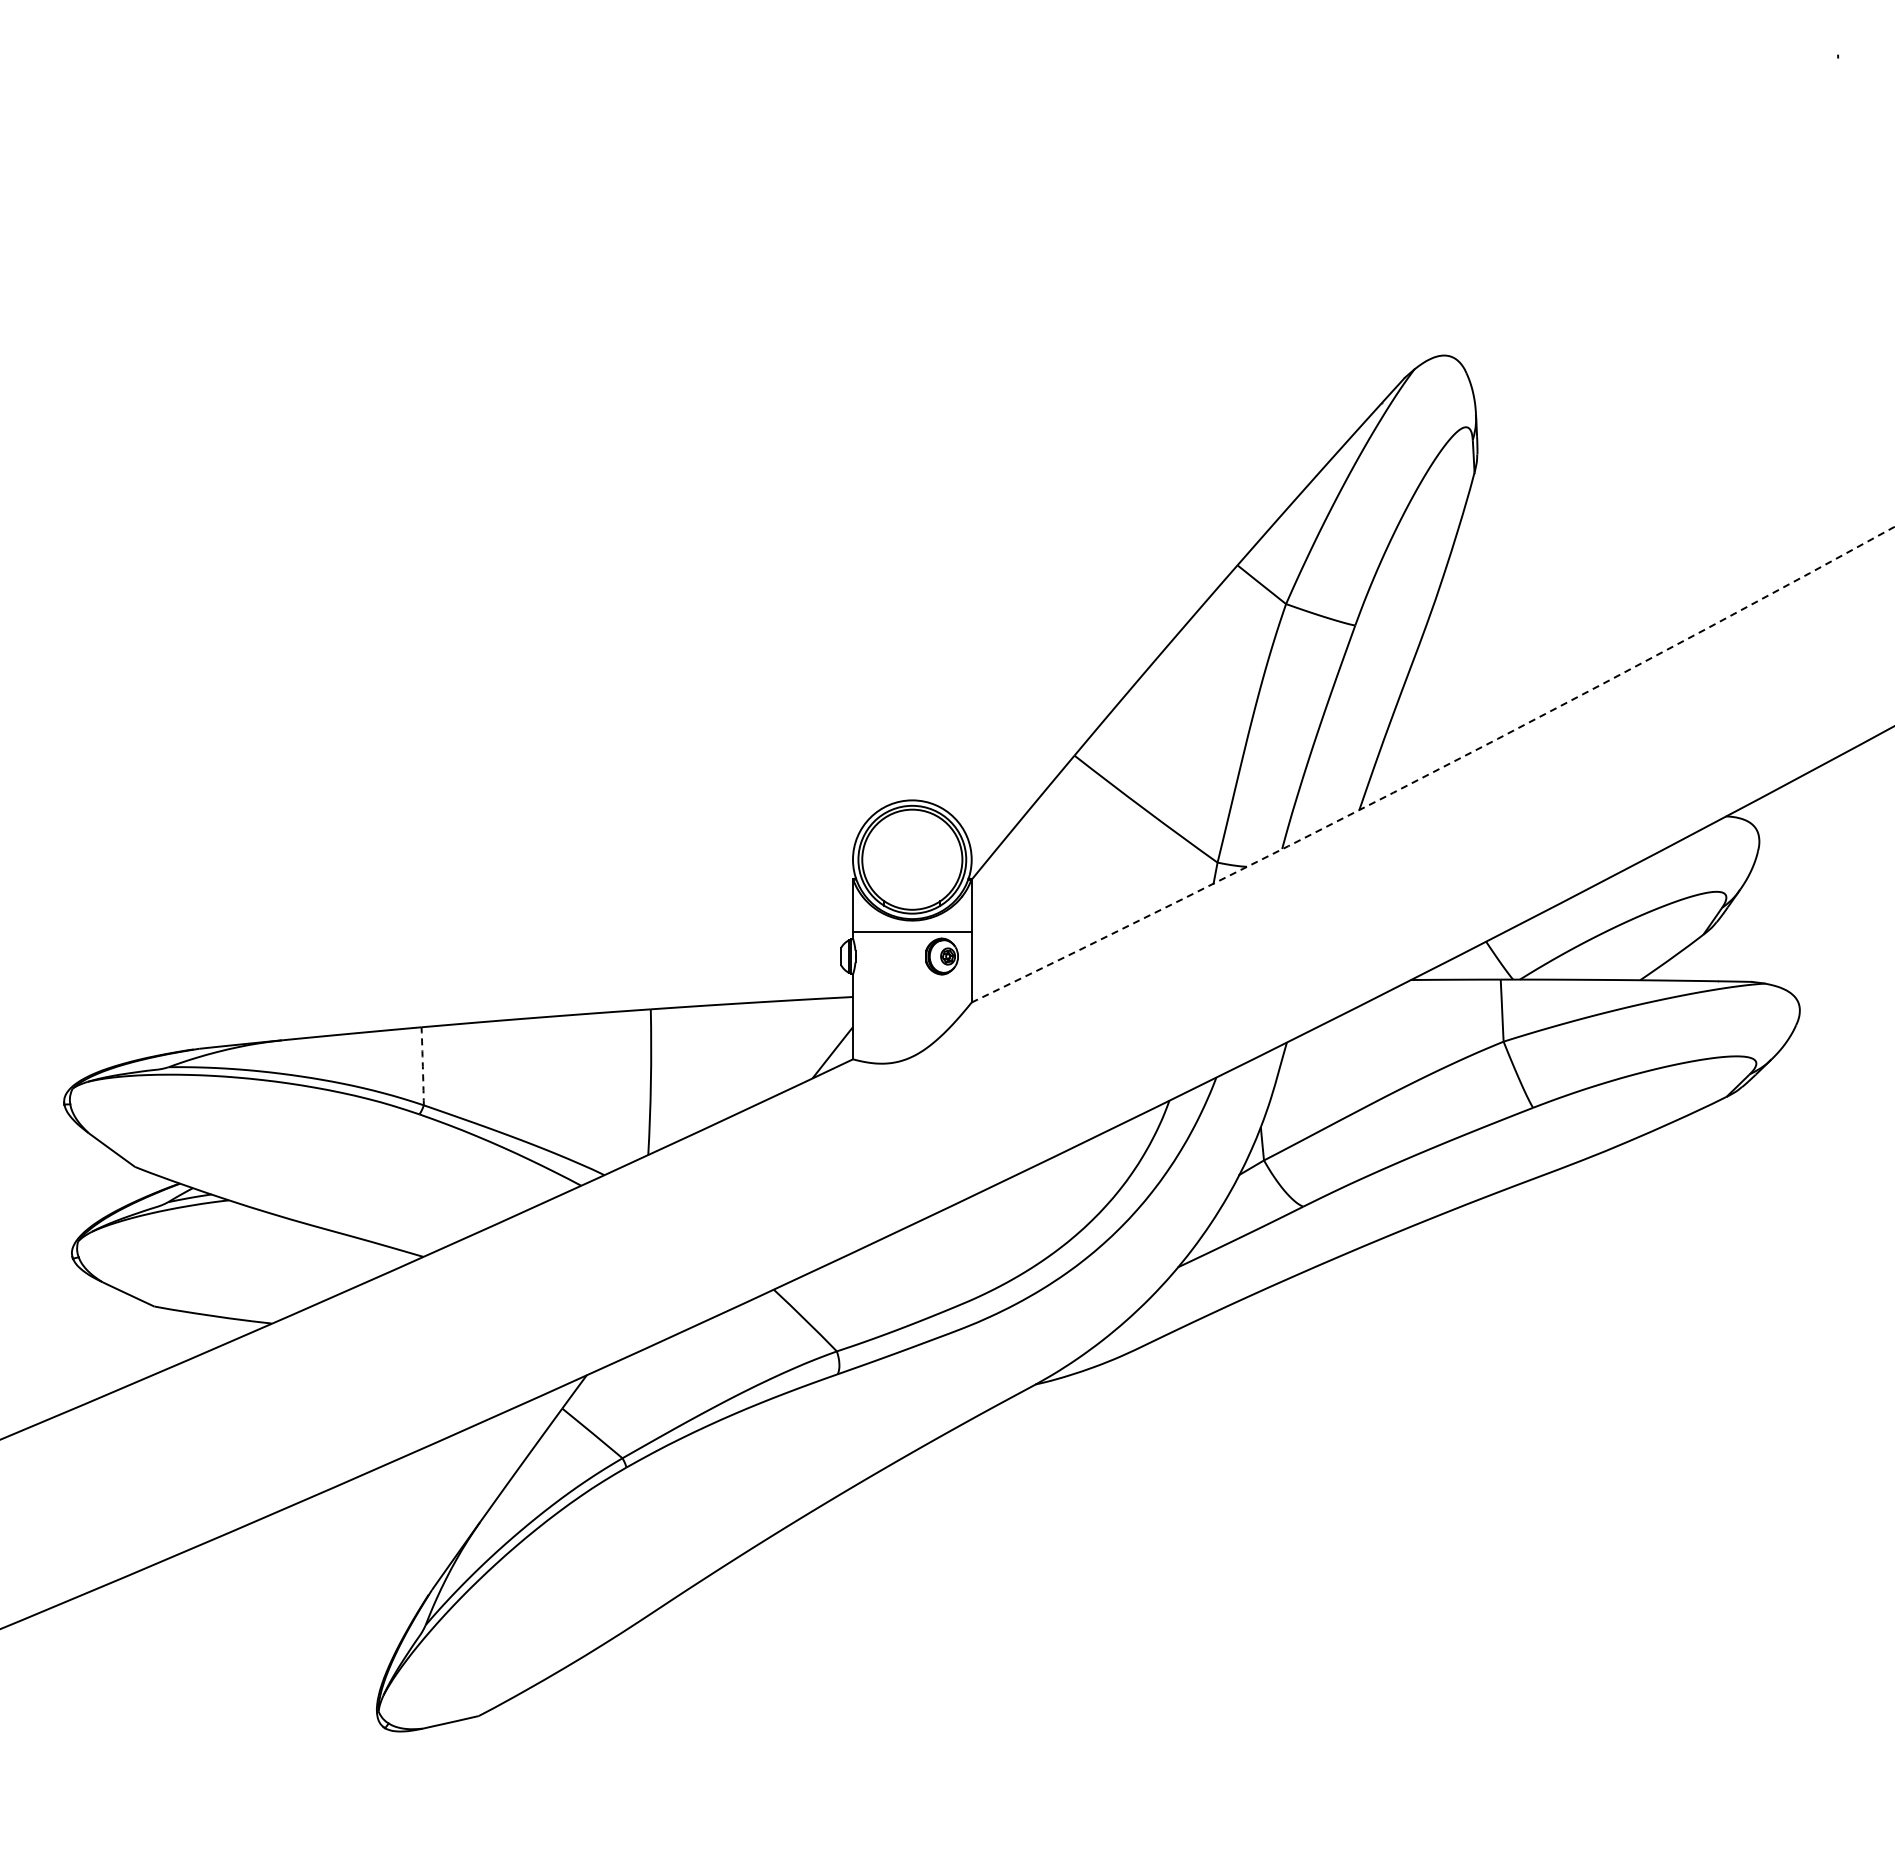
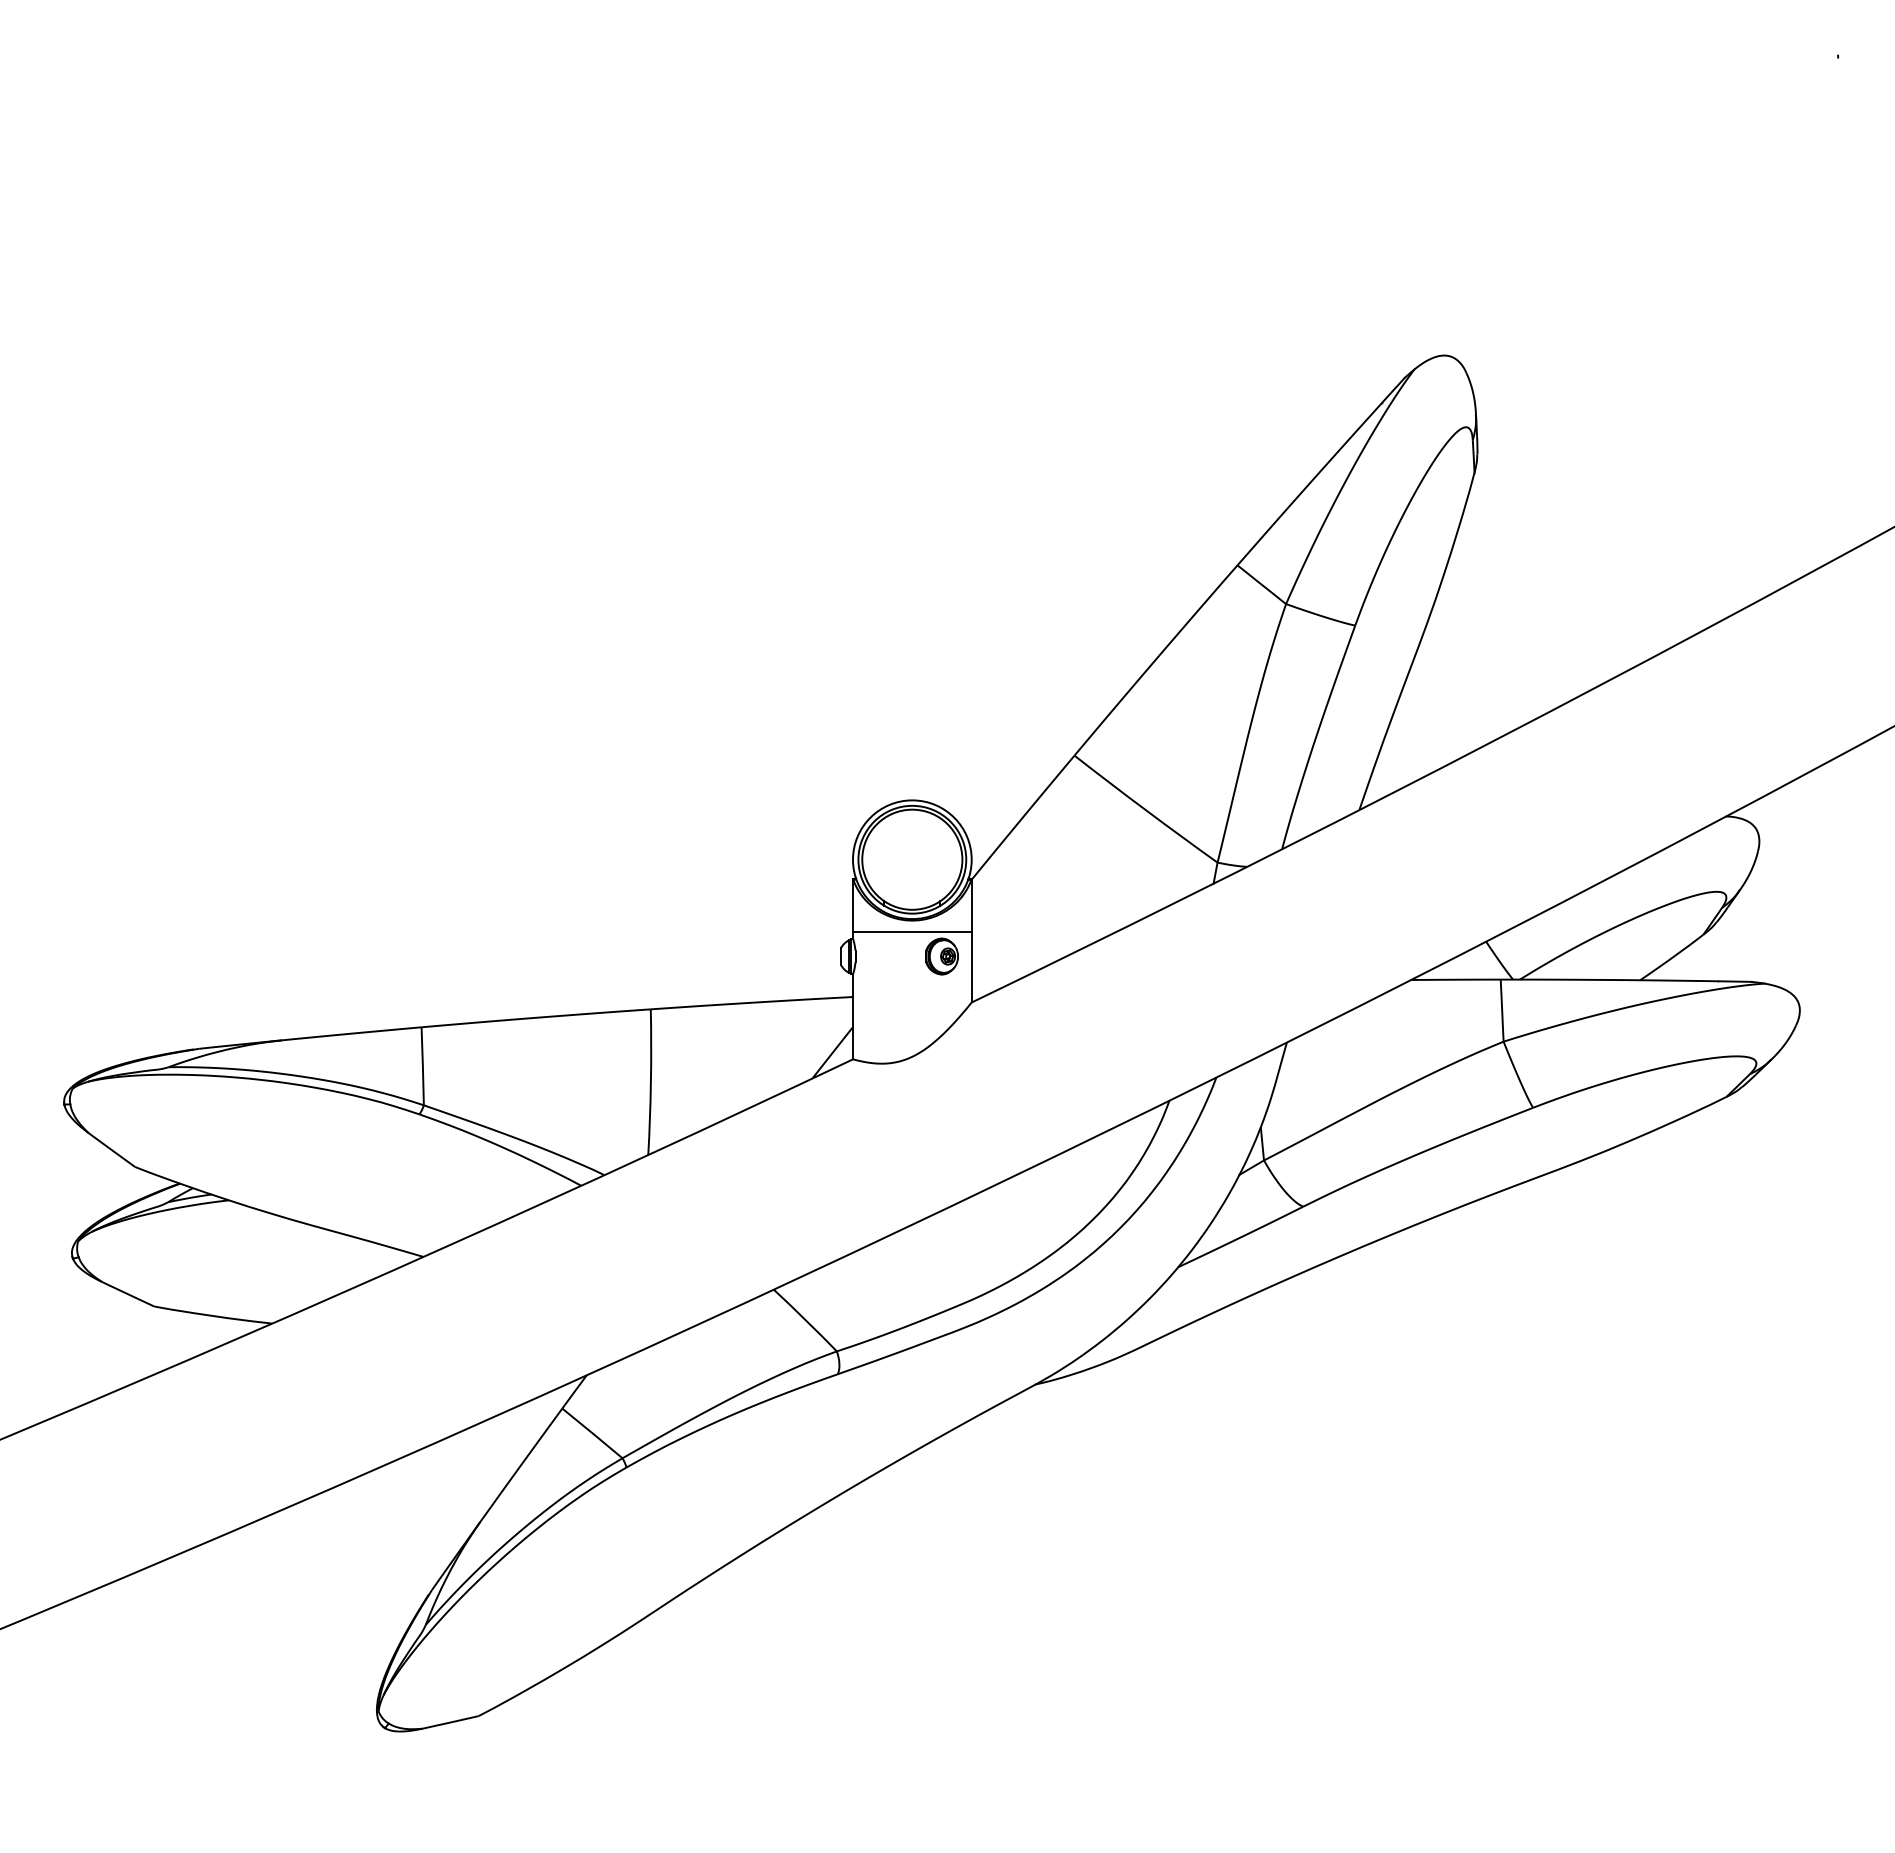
arc at (1436, 770): dashed -> solid
arc at (422, 1066): dashed -> solid
